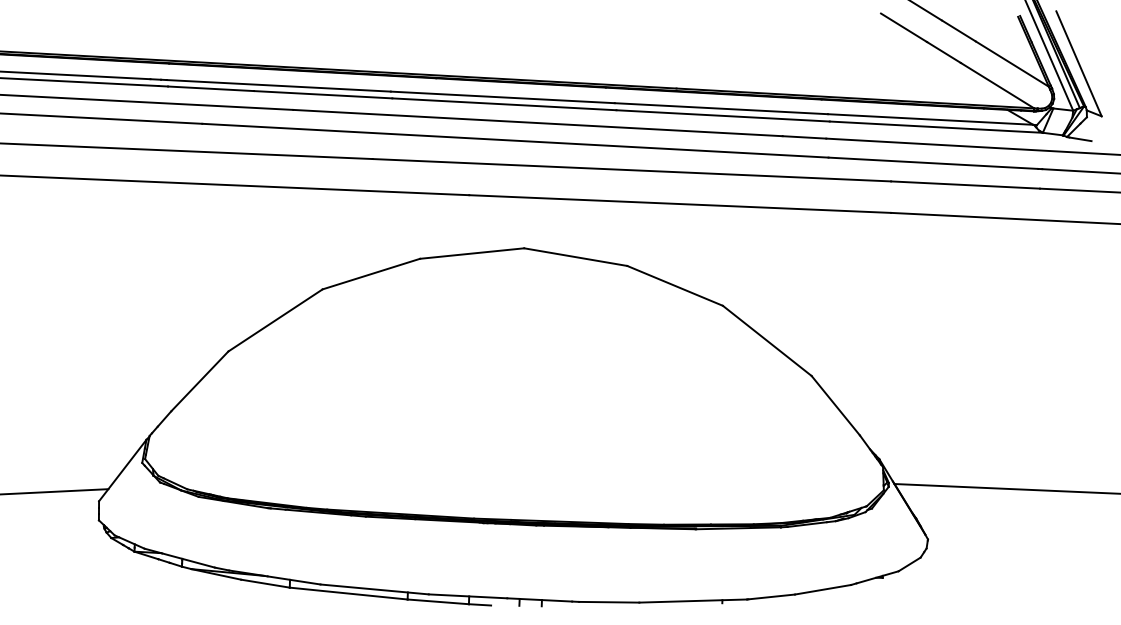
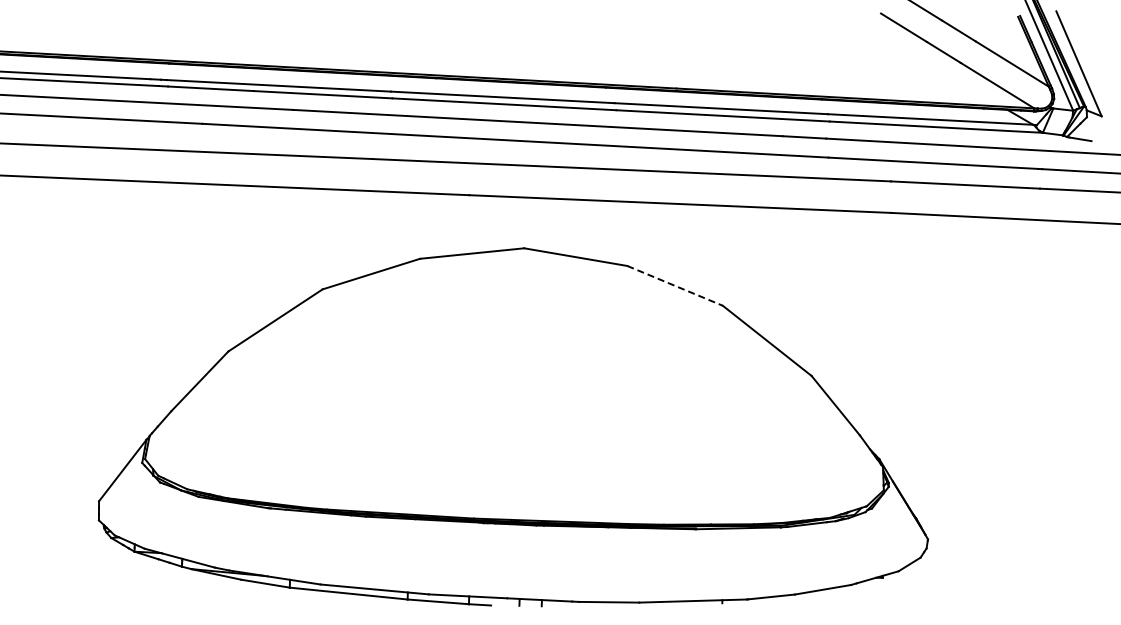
line at (675, 285): solid -> dashed
line at (1005, 488): present -> none
line at (55, 491): present -> none
